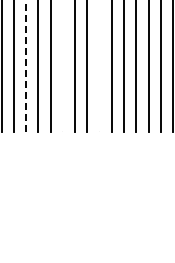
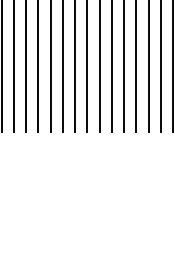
line at (26, 66): dashed -> solid
line at (62, 67): none -> present
line at (99, 67): none -> present
